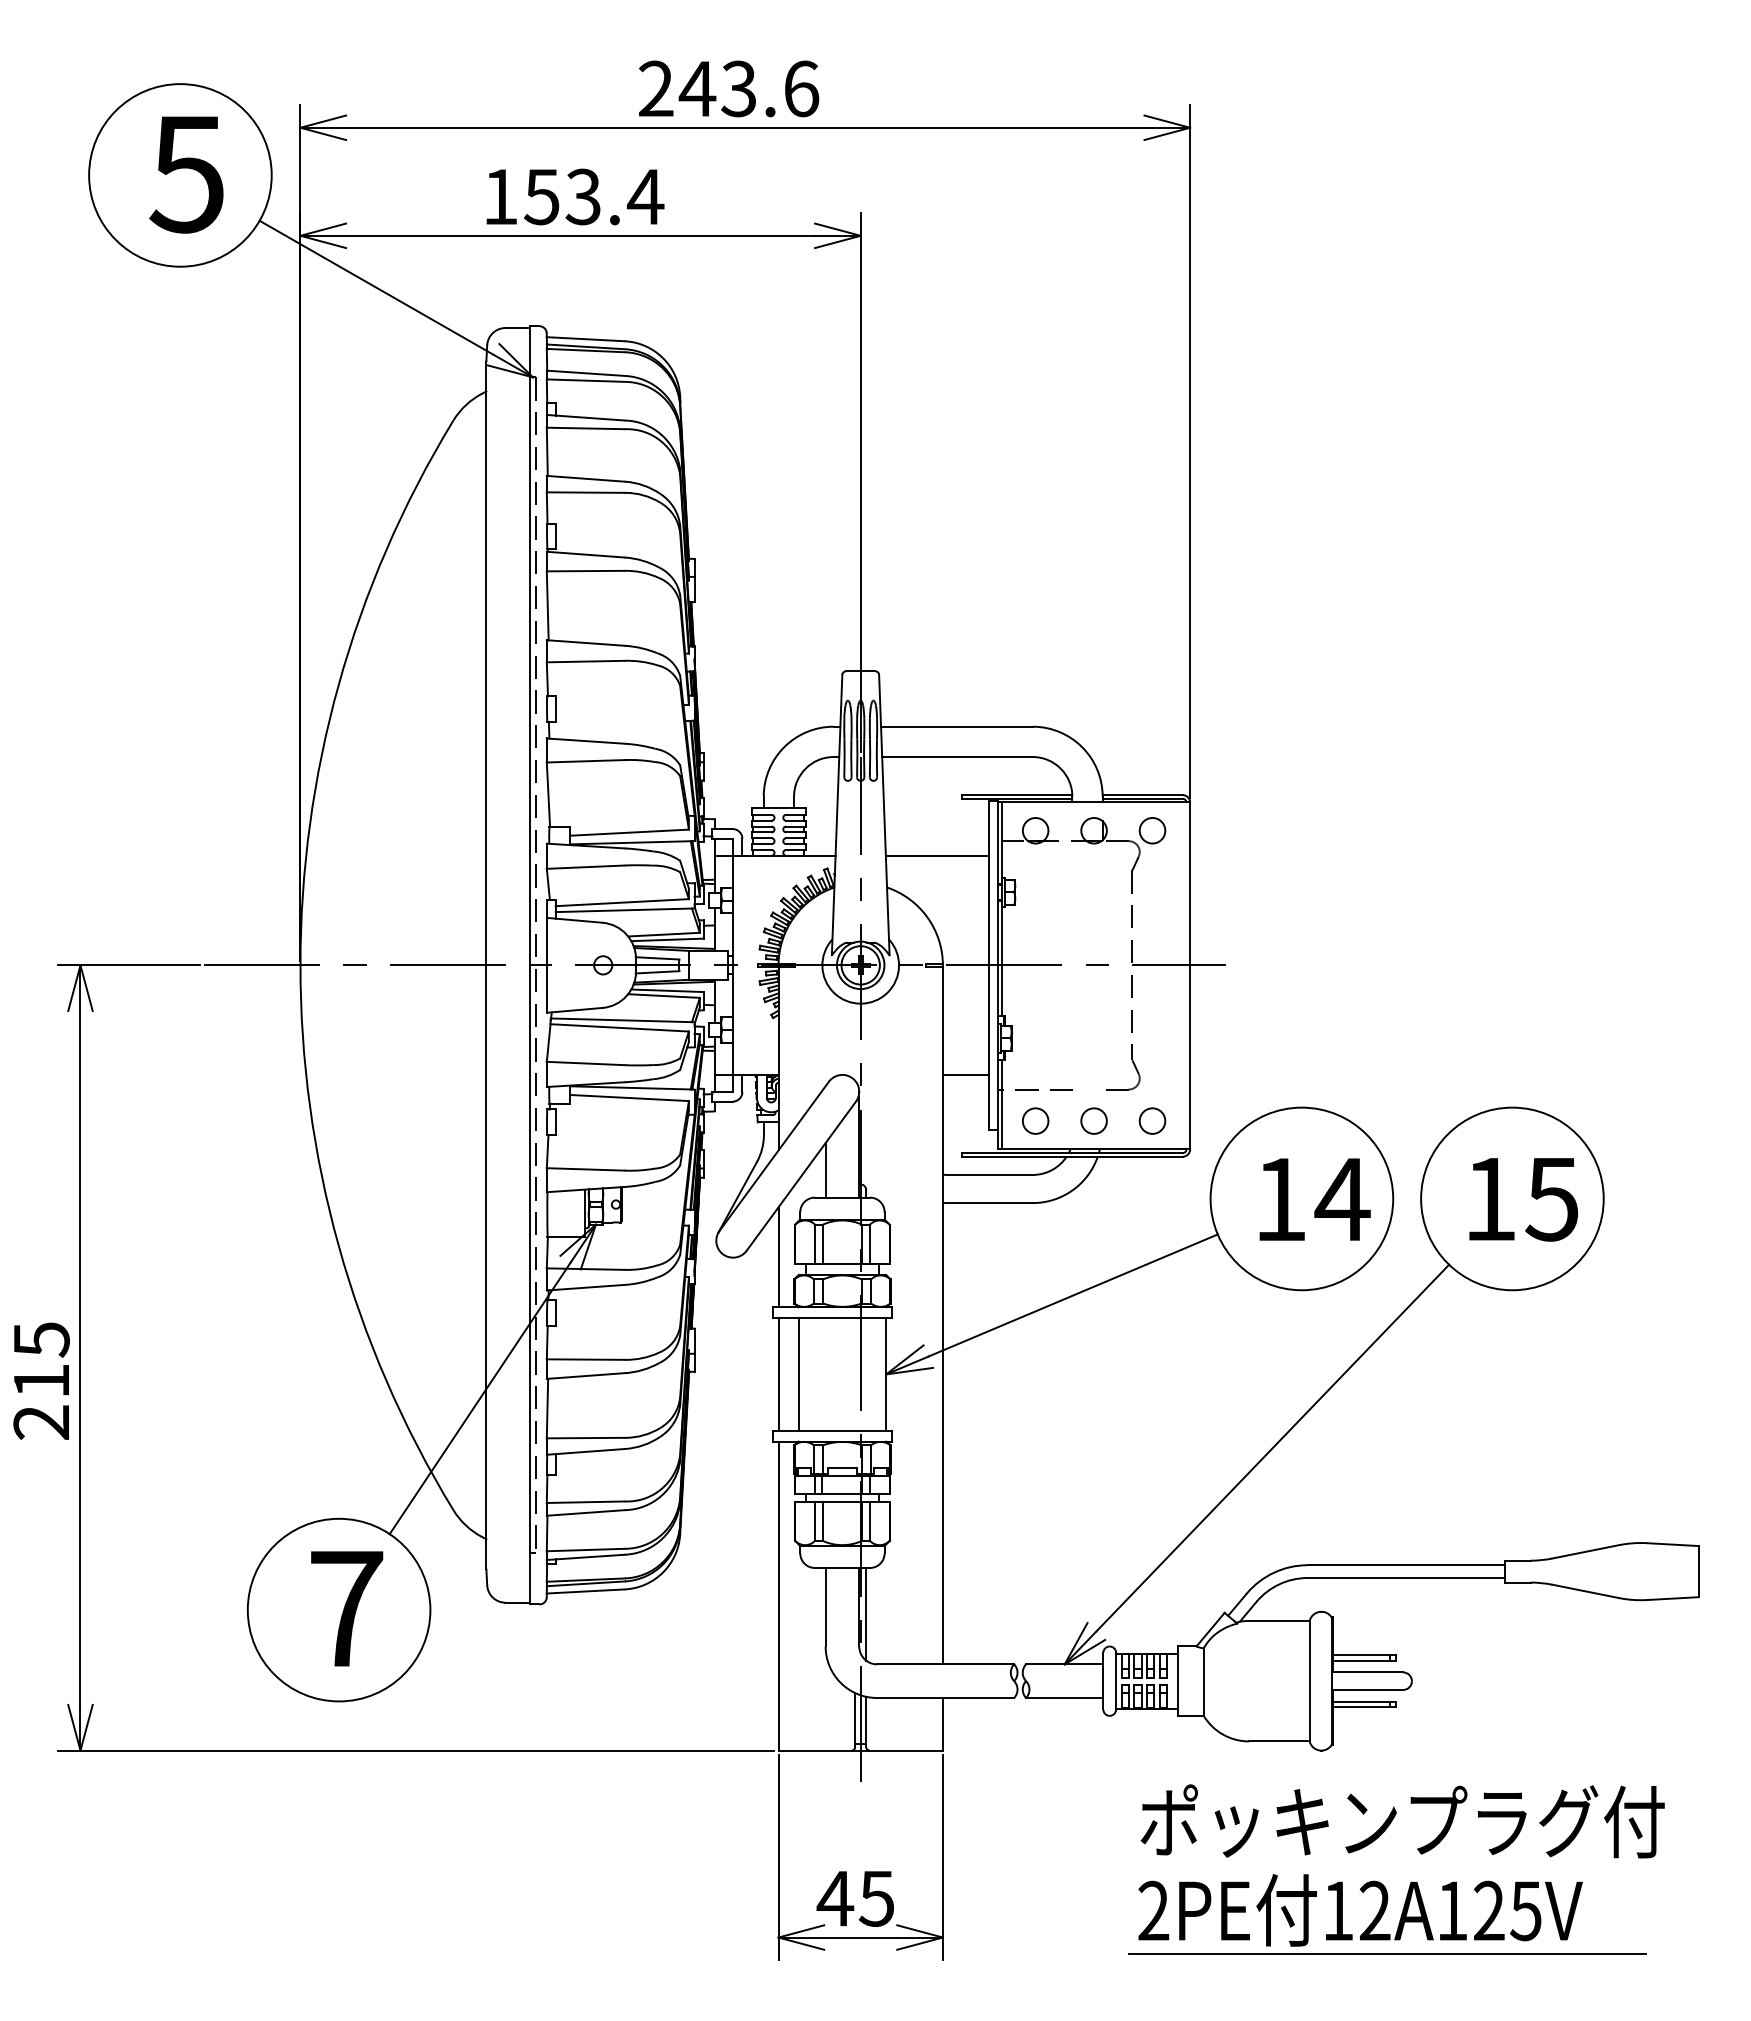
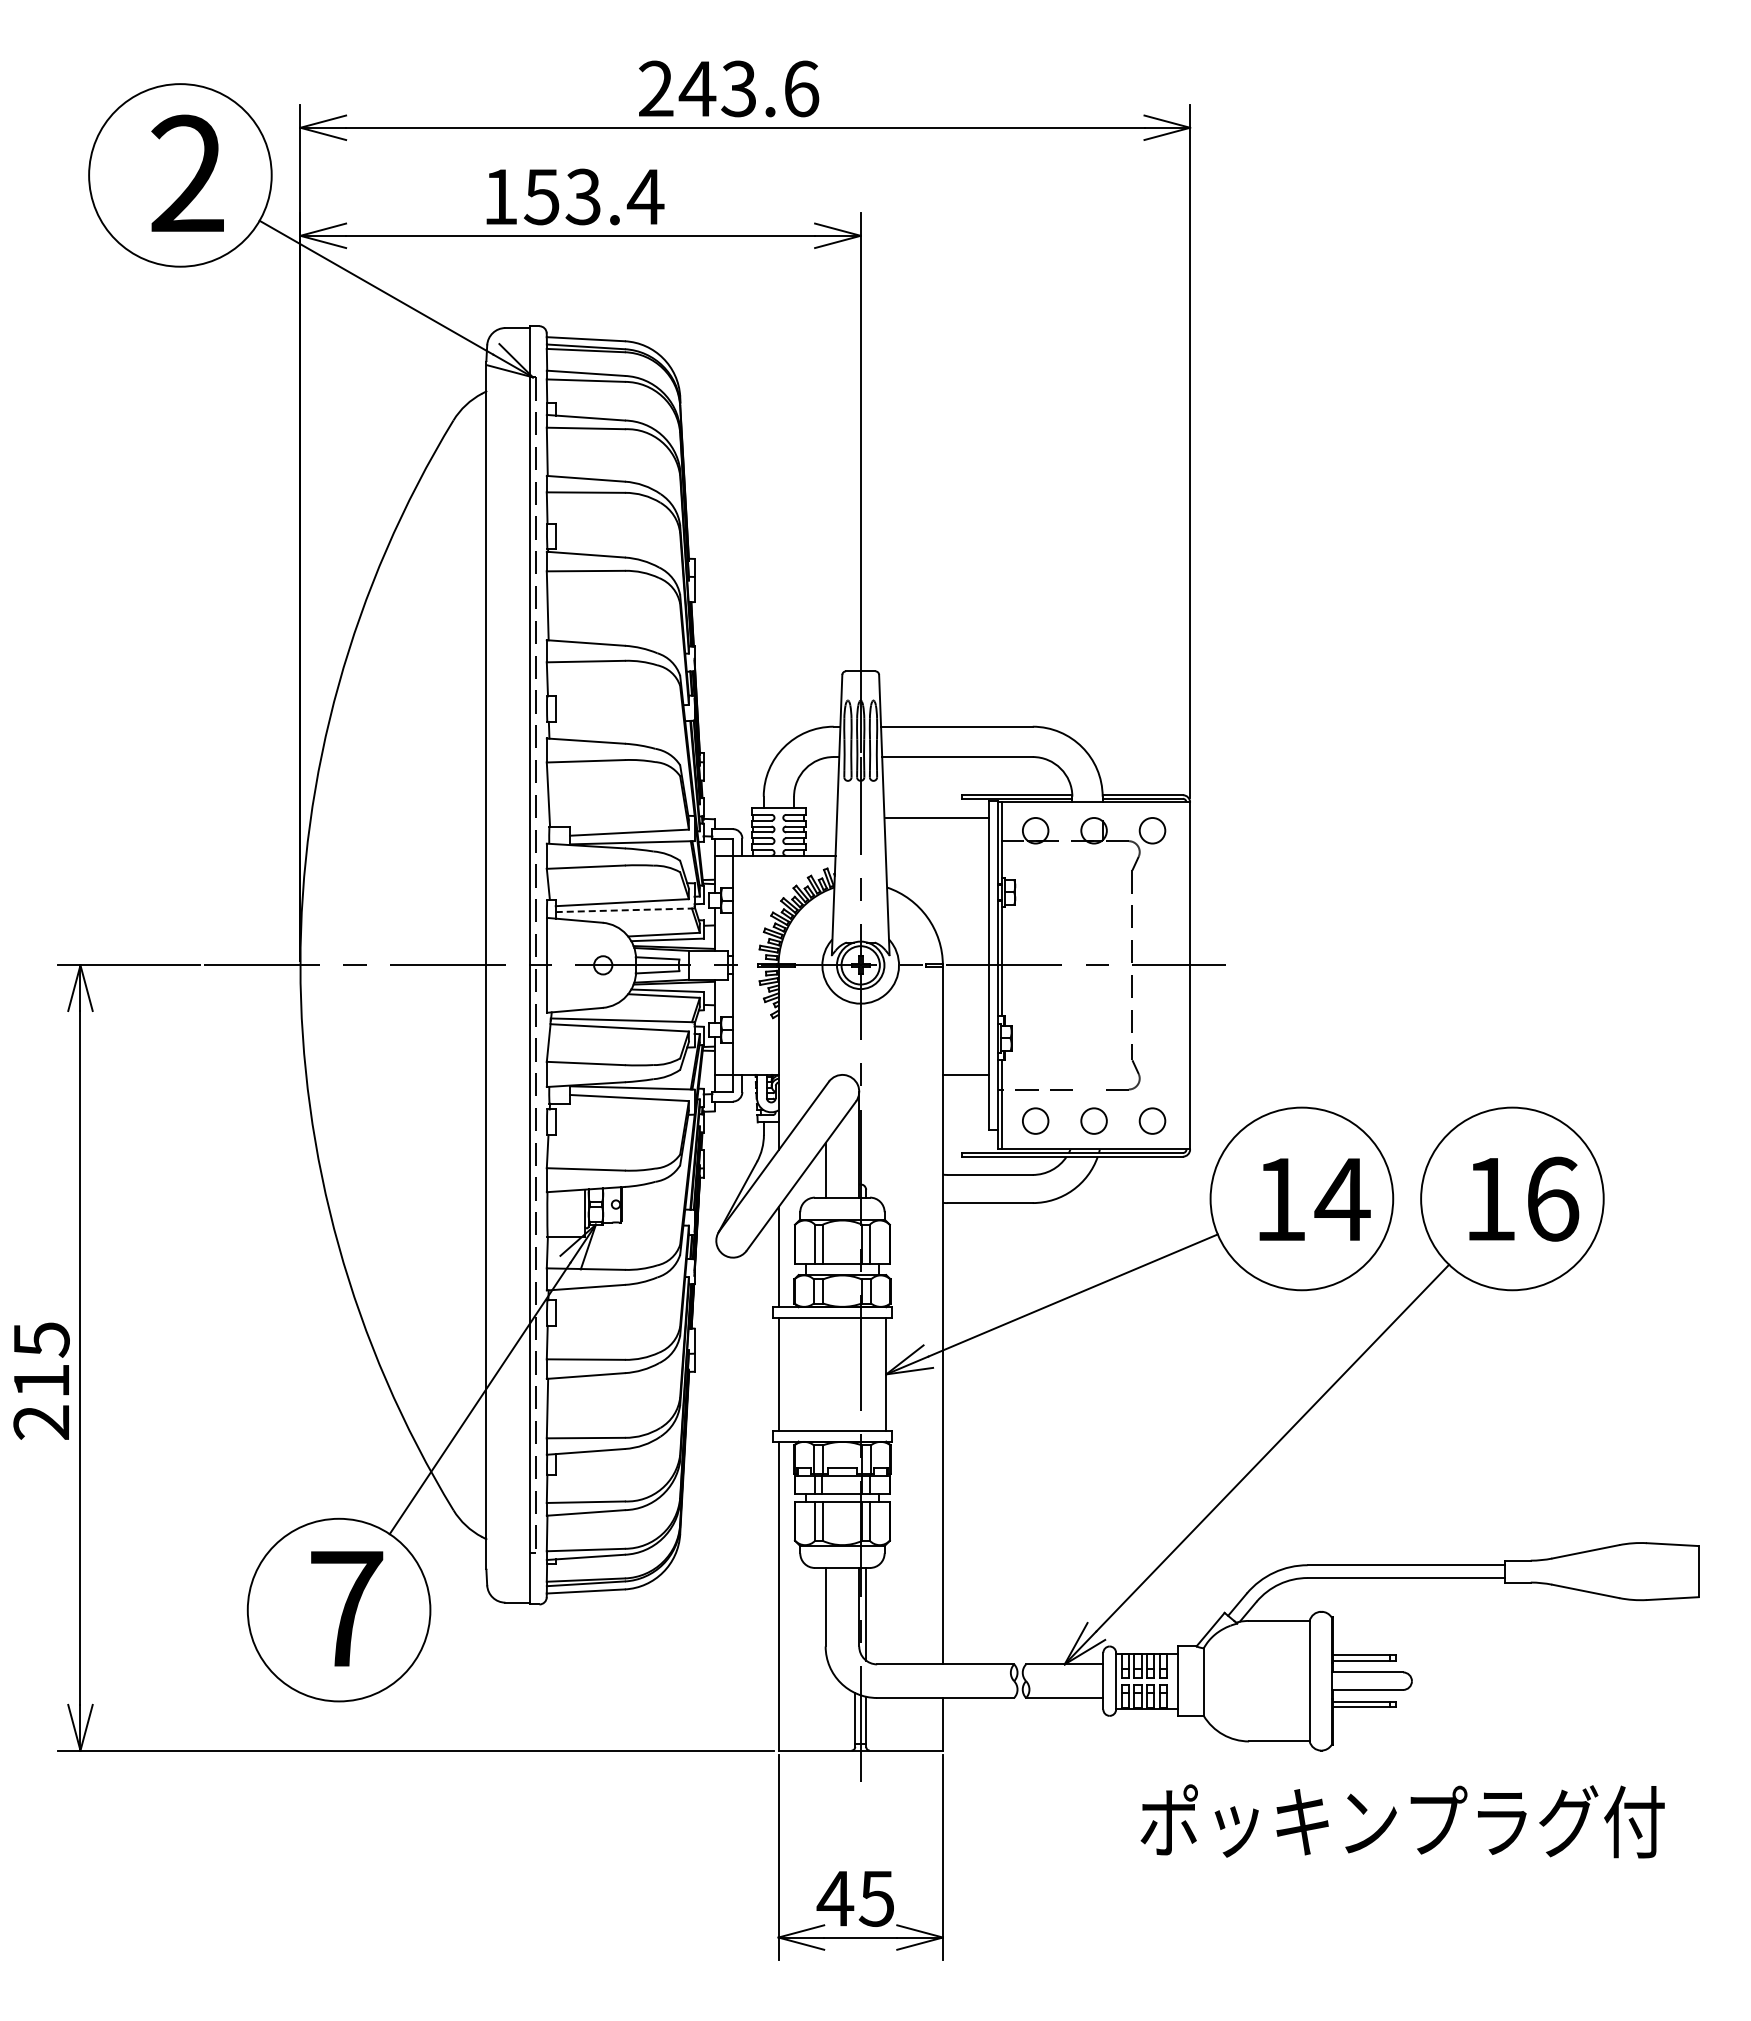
text at (186, 173): 5 -> 2
line at (936, 855) position: (936, 855) -> (936, 817)
line at (625, 910): solid -> dashed
text at (1552, 1198): 15 -> 16
line at (798, 1374): present -> none
part at (1387, 1914): present -> none
